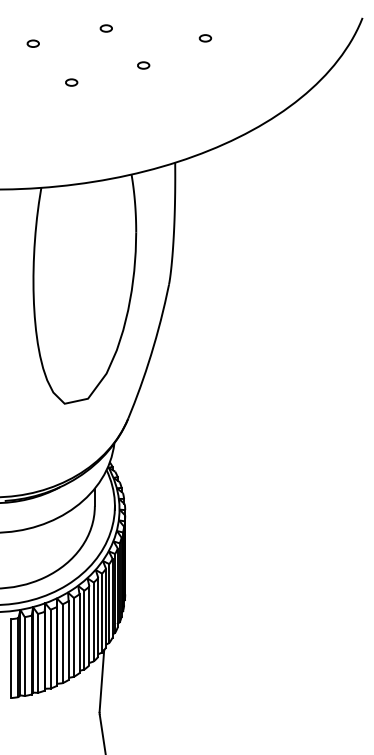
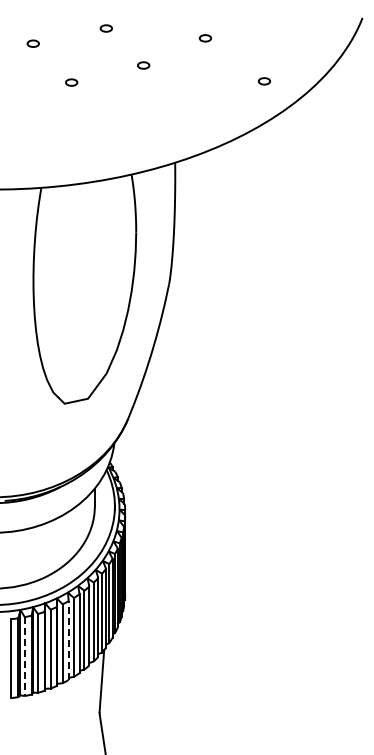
part at (264, 81): none -> present
line at (68, 640): solid -> dashed
line at (24, 657): solid -> dashed
